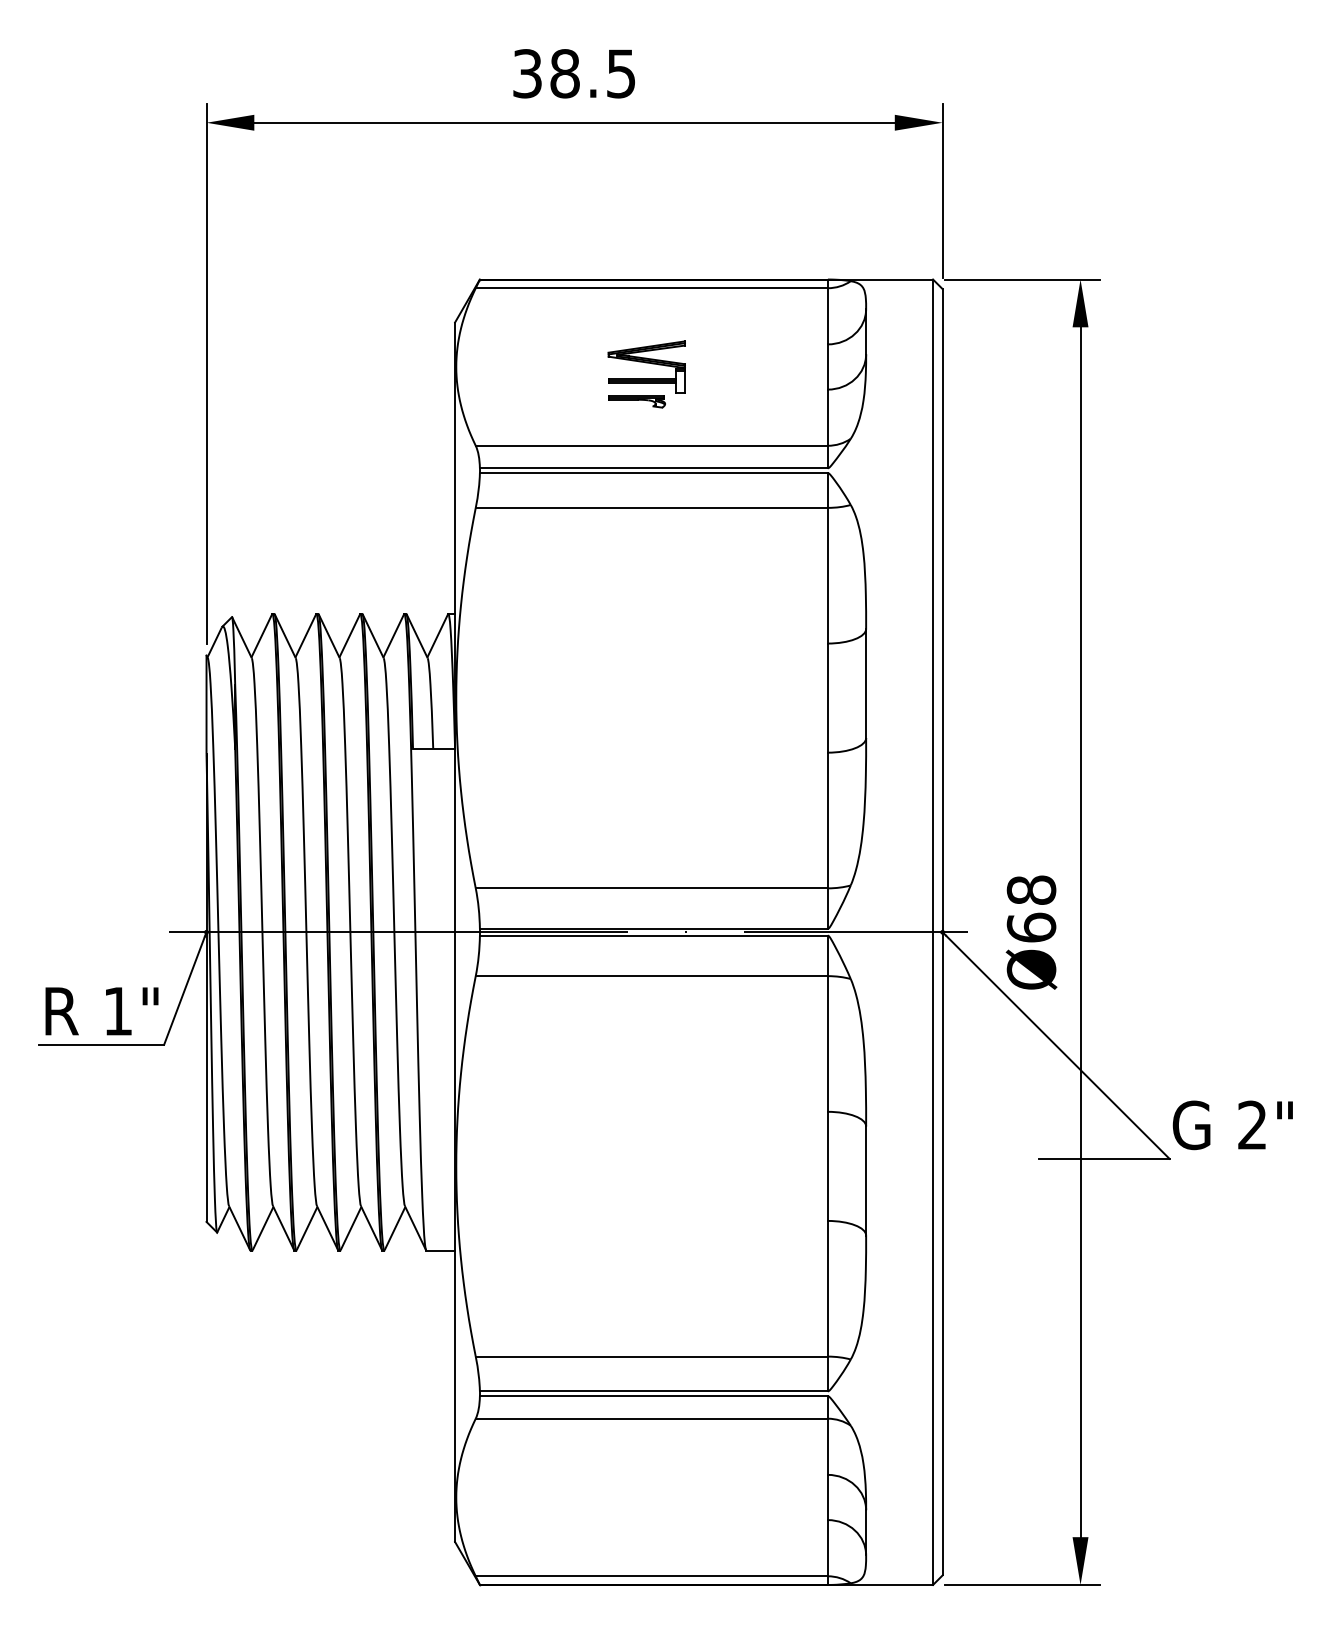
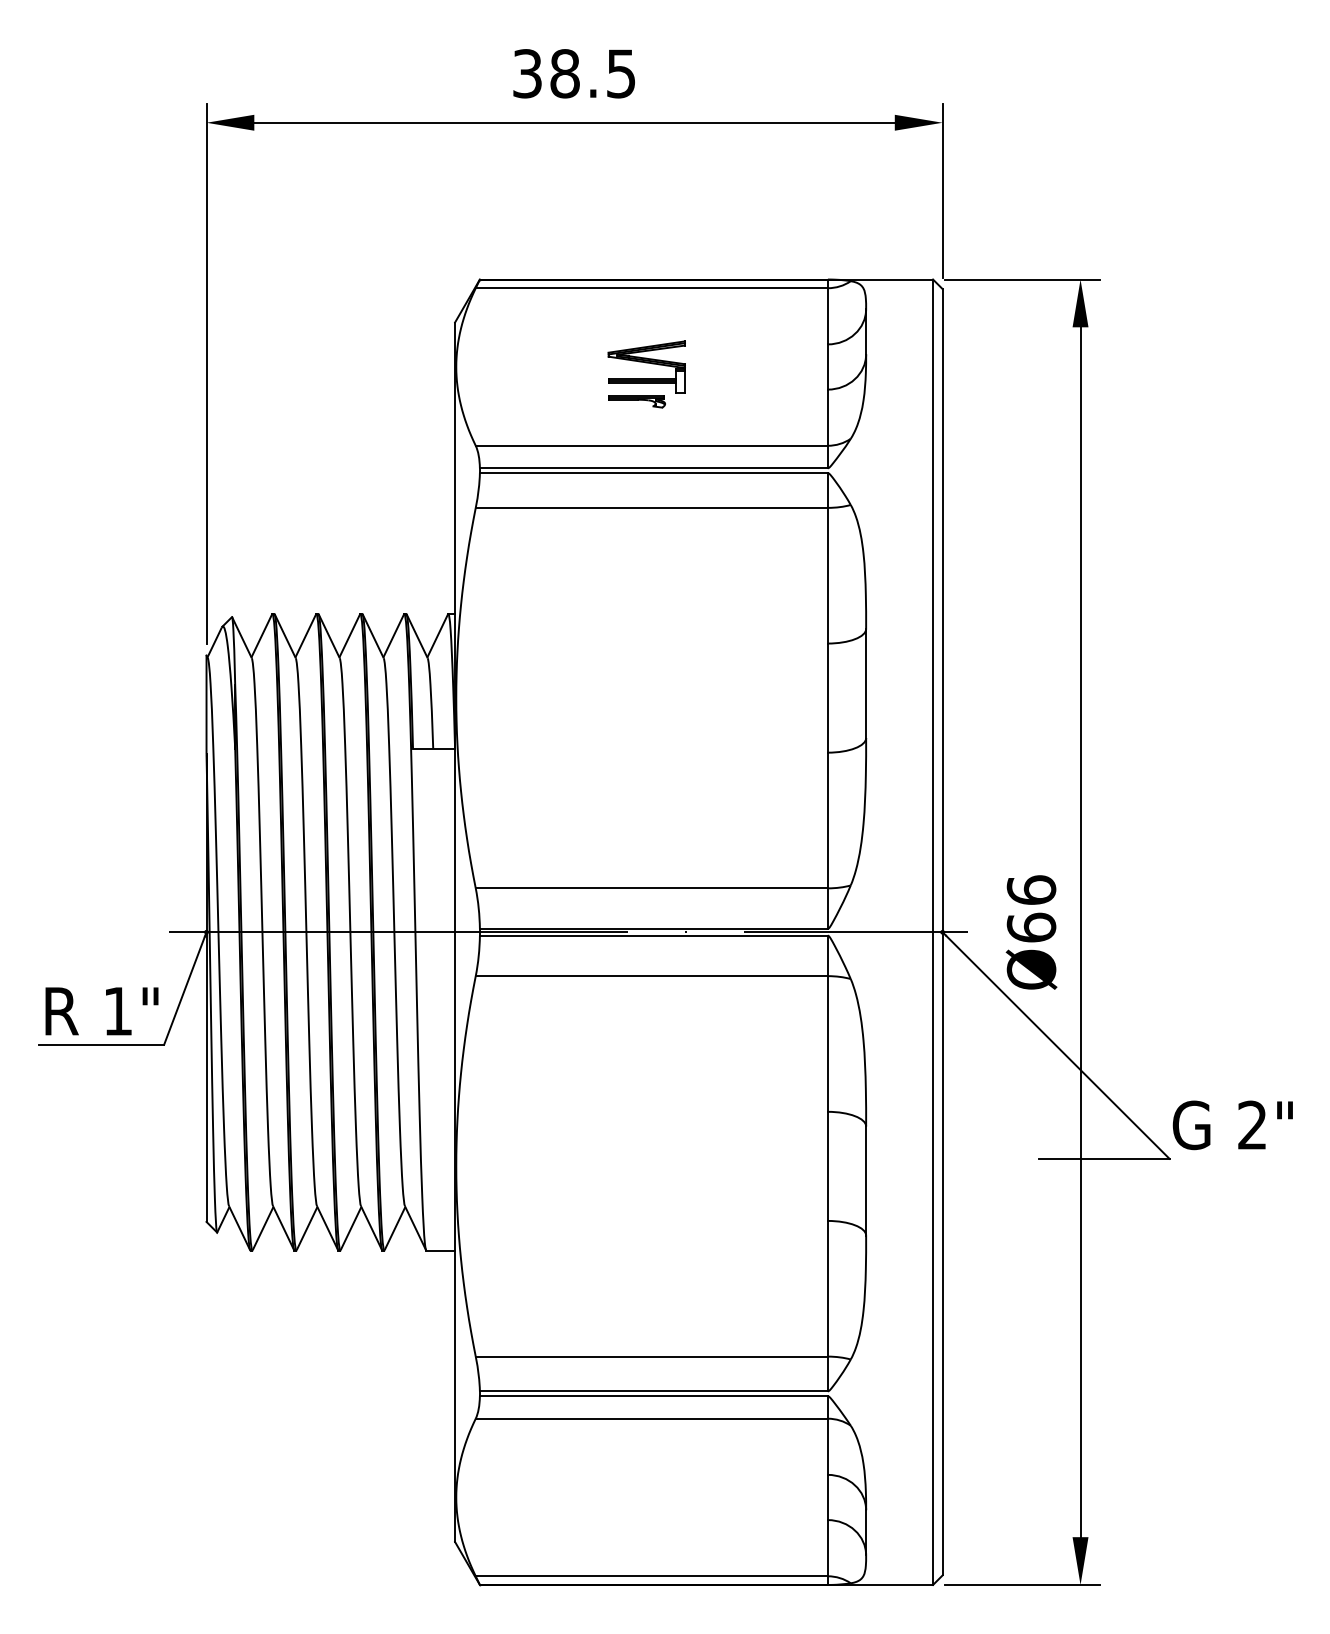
text at (1031, 889): Ø68 -> Ø66
